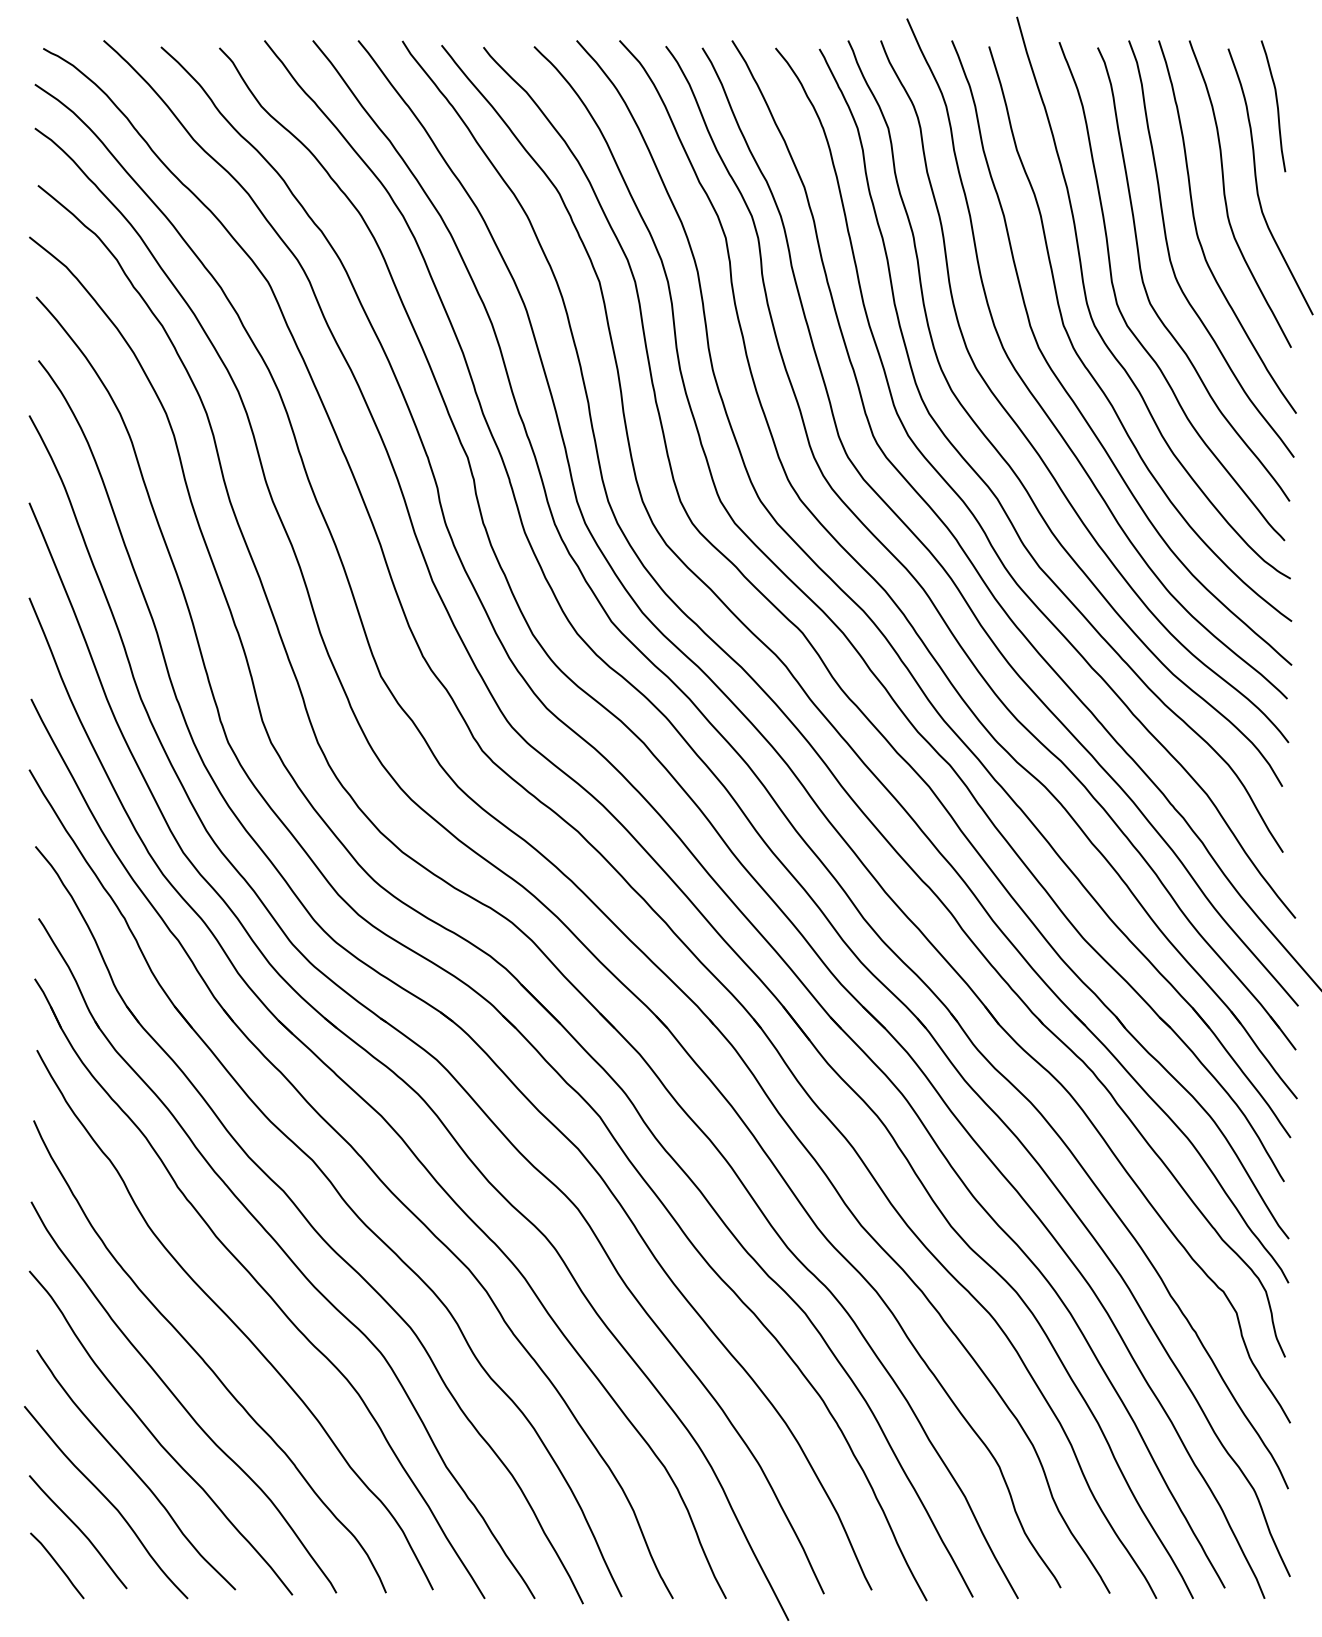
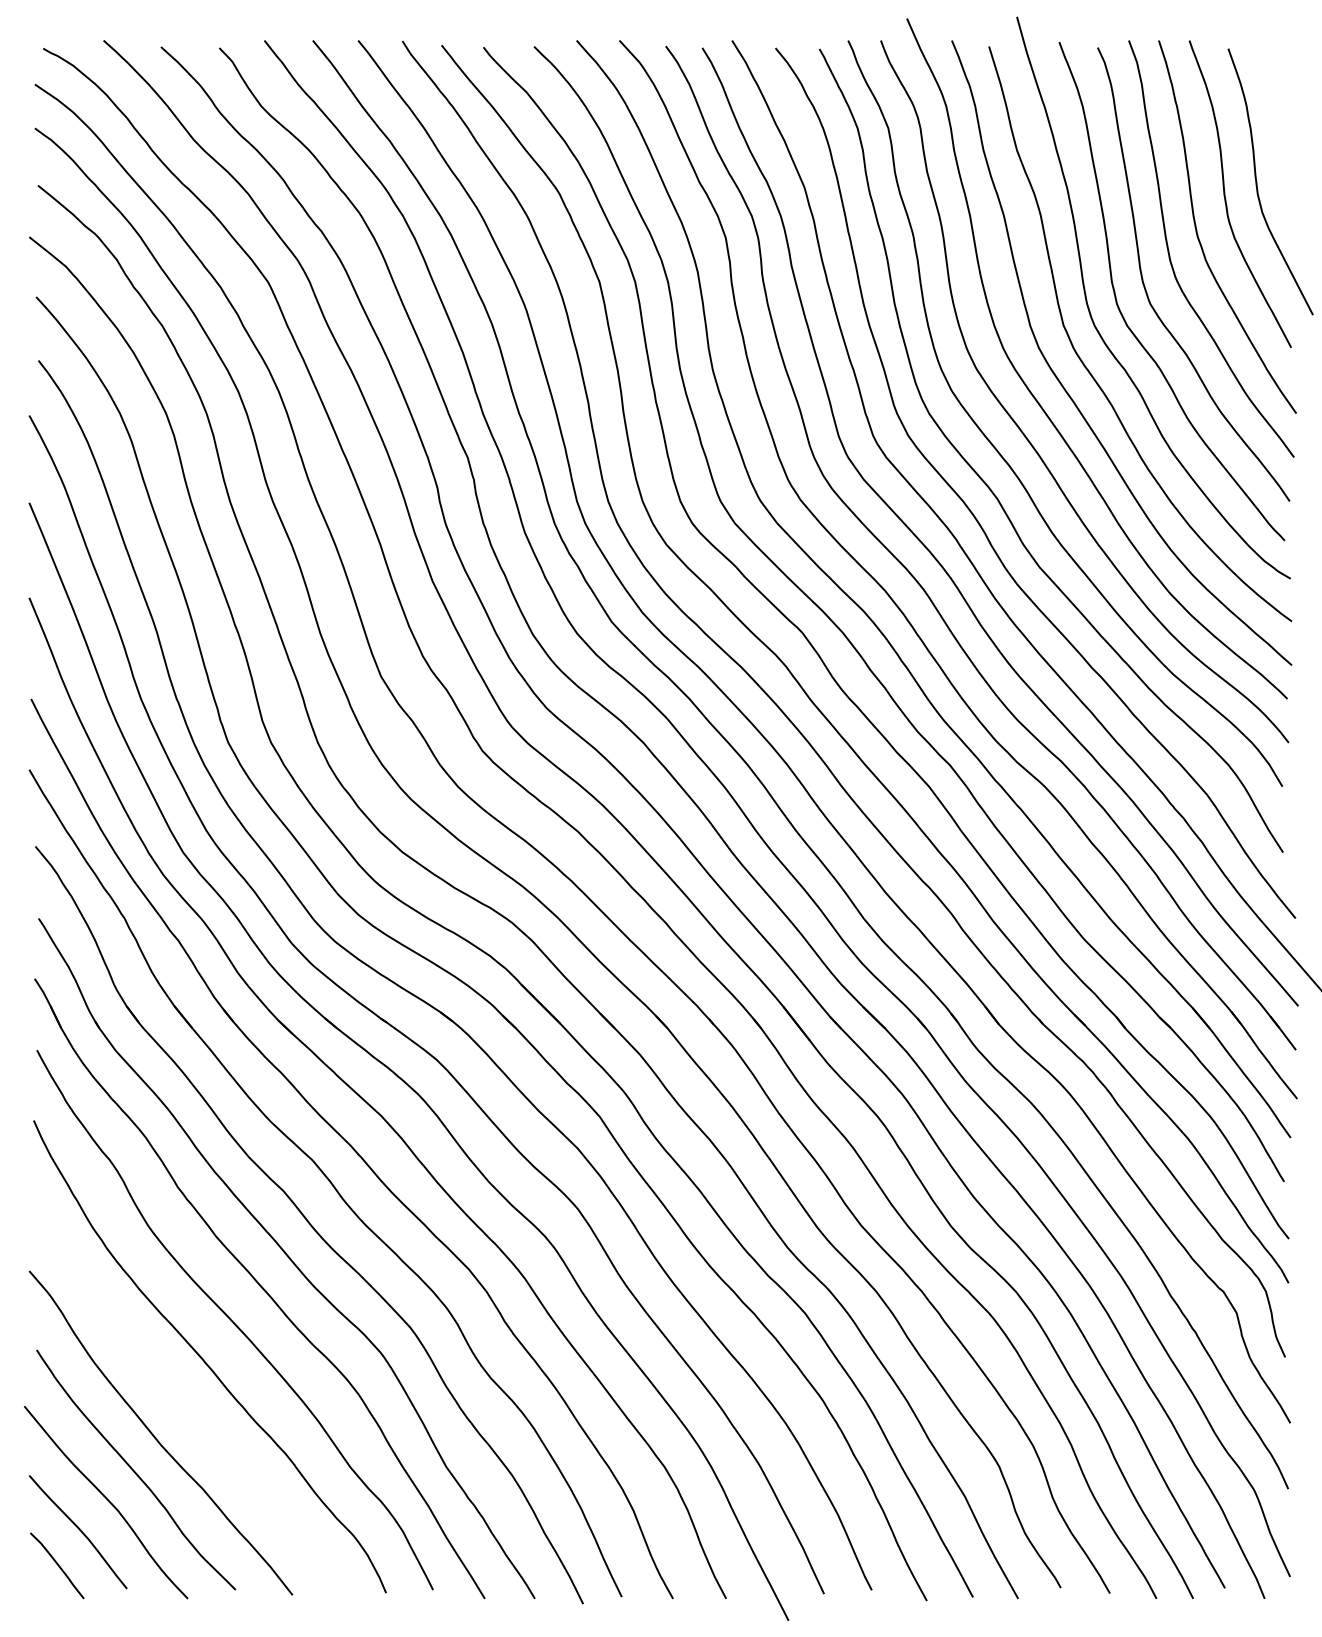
curve at (1276, 106): present -> none
curve at (179, 1400): present -> none
